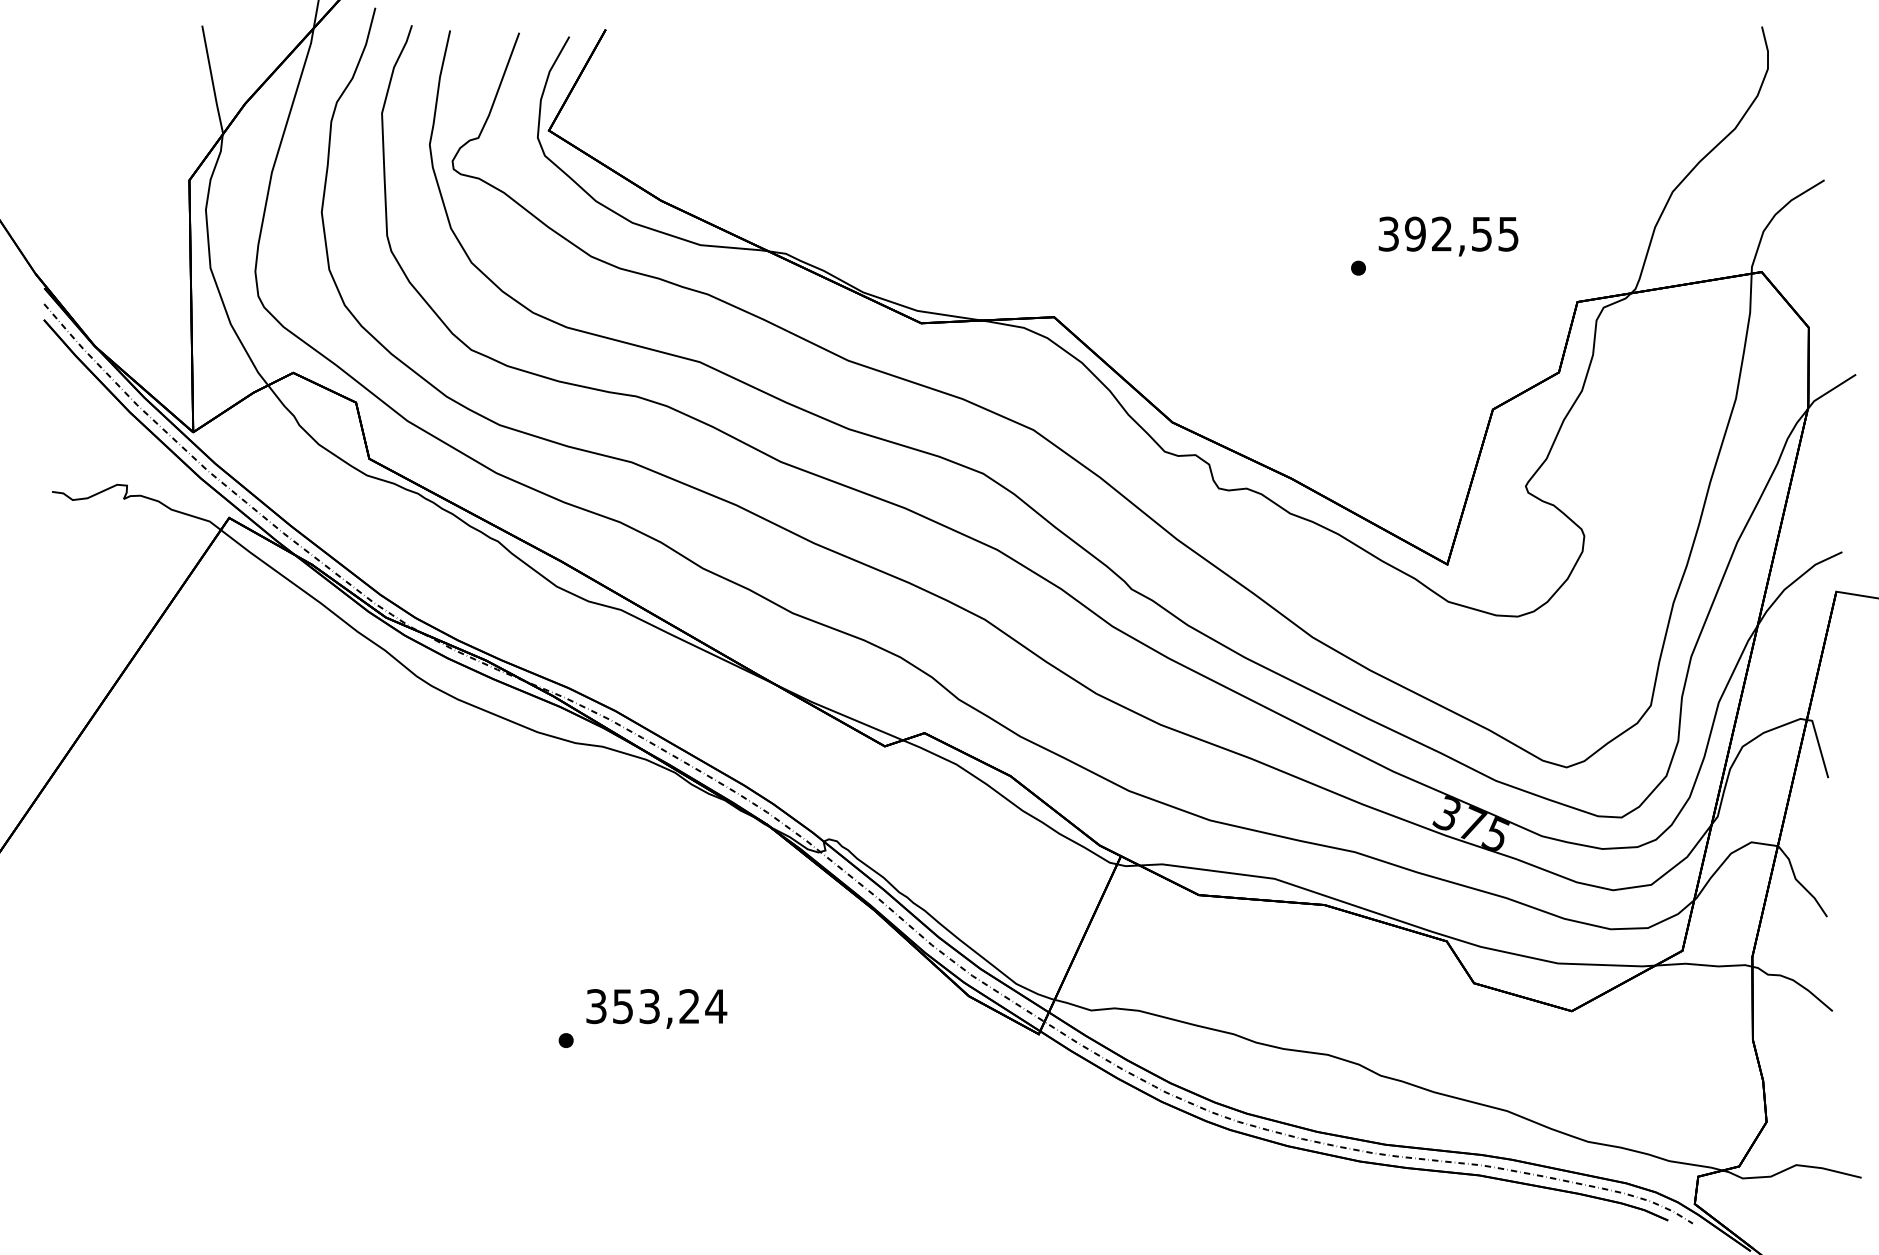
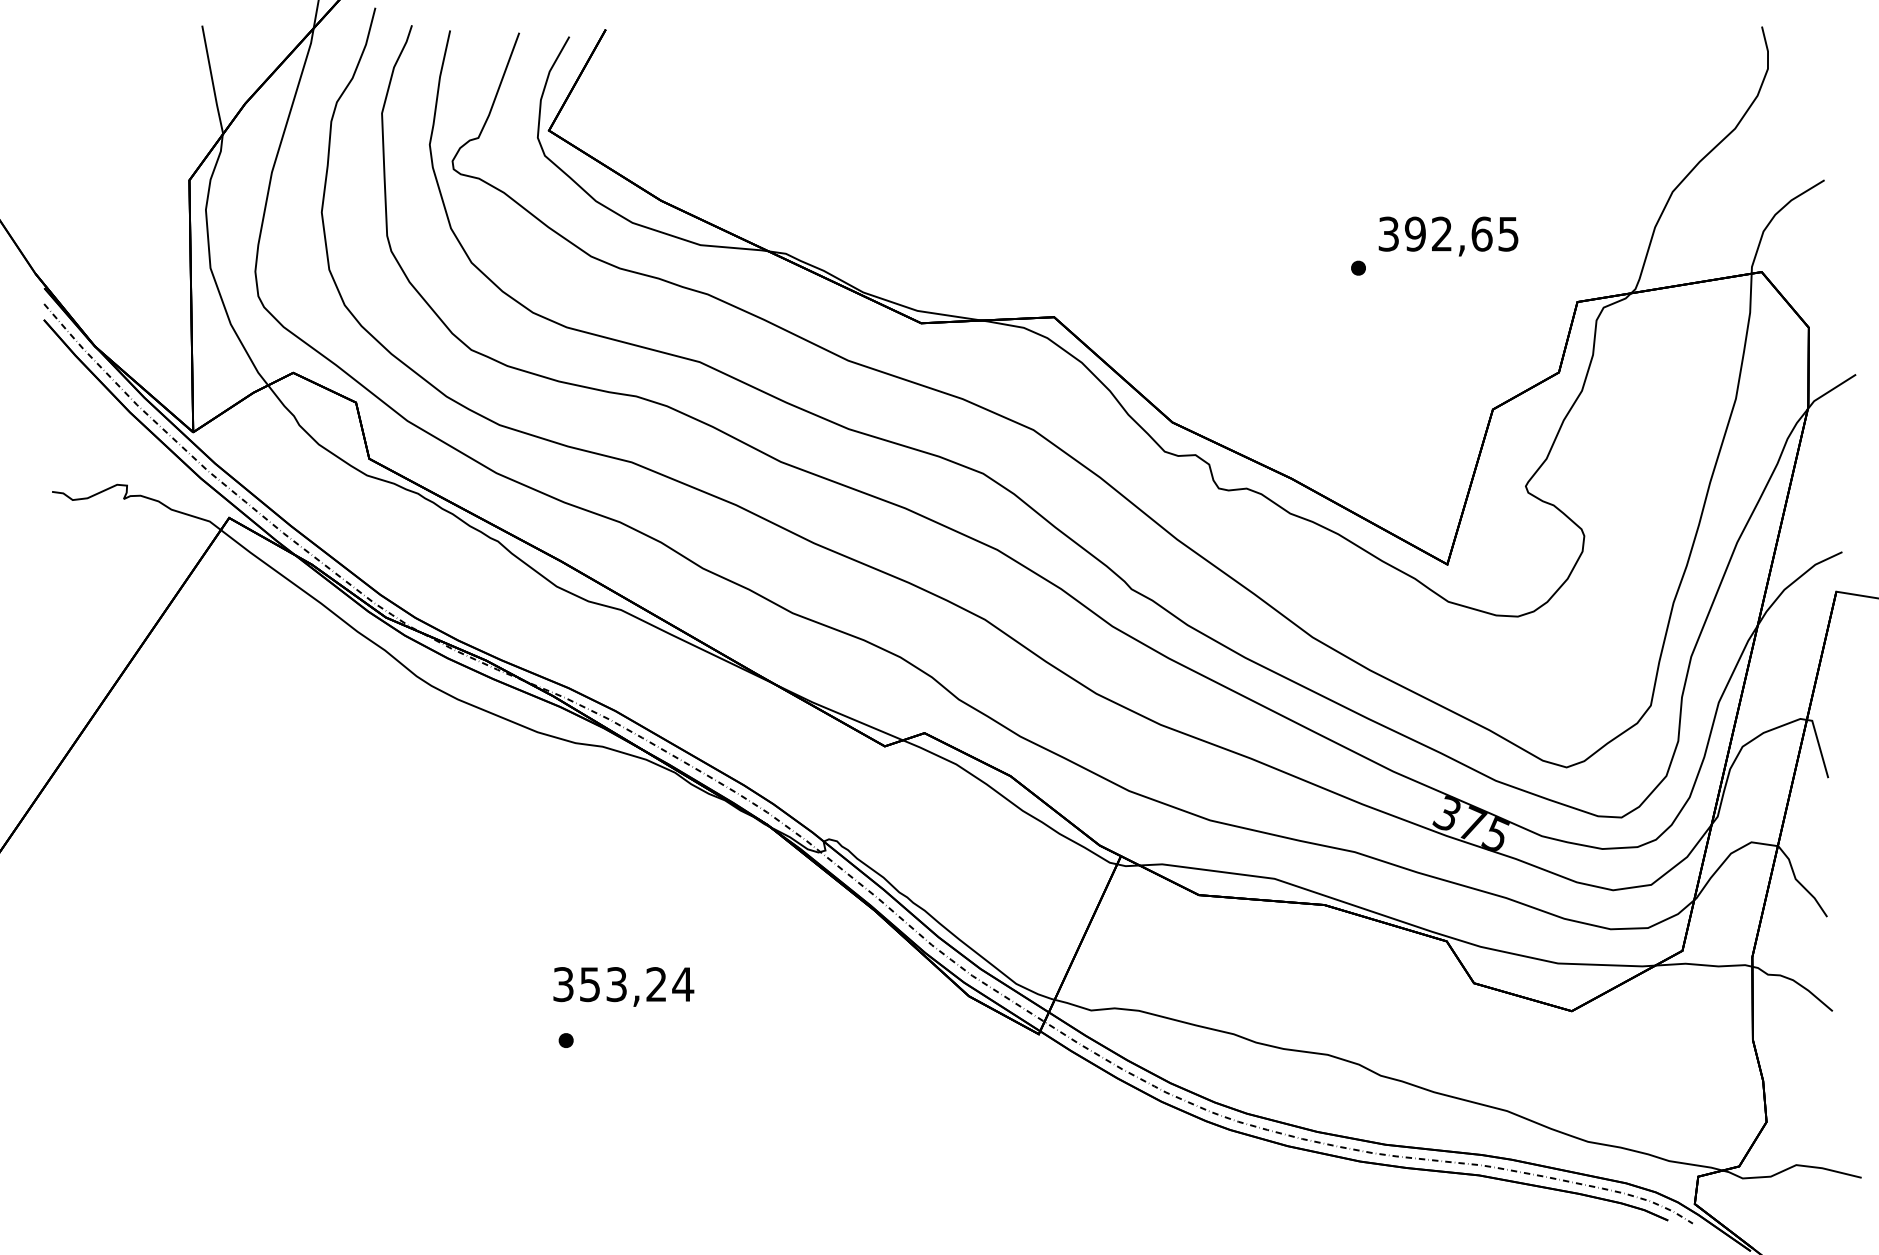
text at (1481, 233): 392,55 -> 392,65
text at (656, 1008) position: (656, 1008) -> (623, 986)
